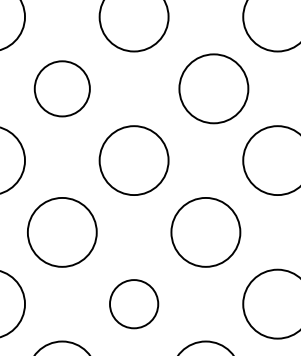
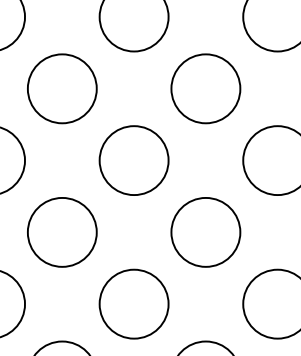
circle at (61, 88) size: 58x58 px -> 71x72 px
circle at (213, 88) position: (213, 88) -> (205, 88)
circle at (134, 304) diameter: 48 px -> 69 px
